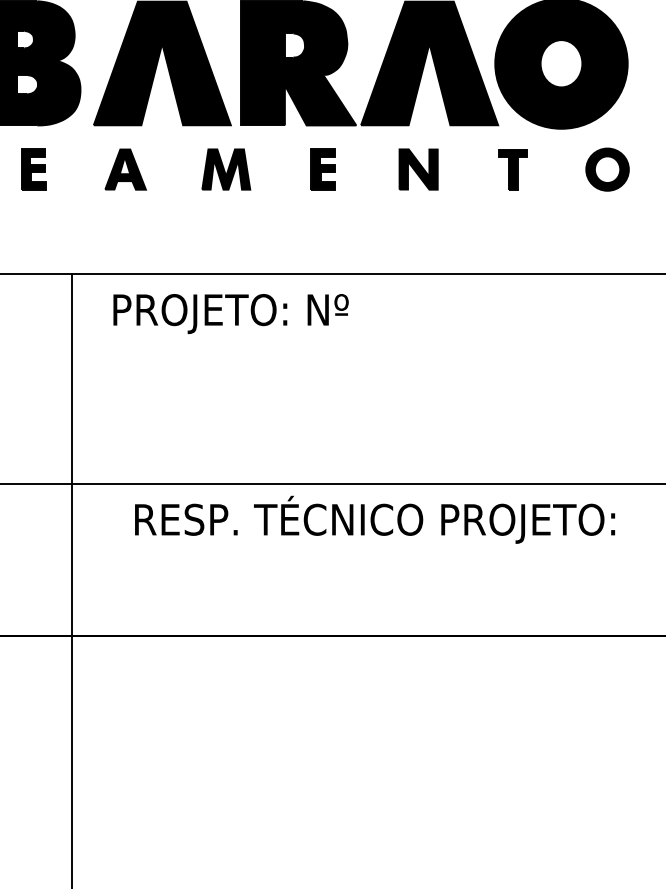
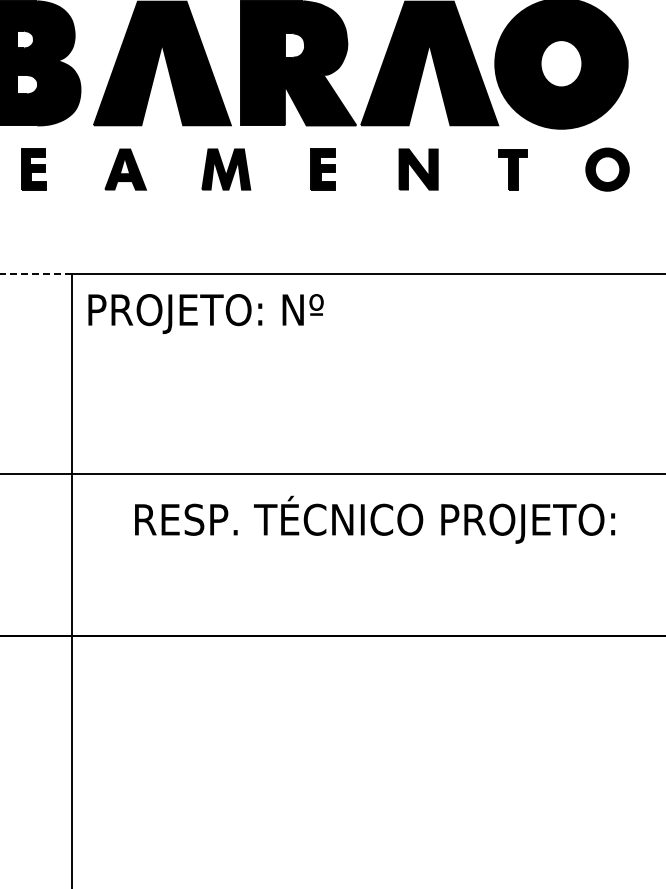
line at (36, 273): solid -> dashed
text at (230, 313) position: (230, 313) -> (205, 313)
line at (332, 483) position: (332, 483) -> (332, 473)
